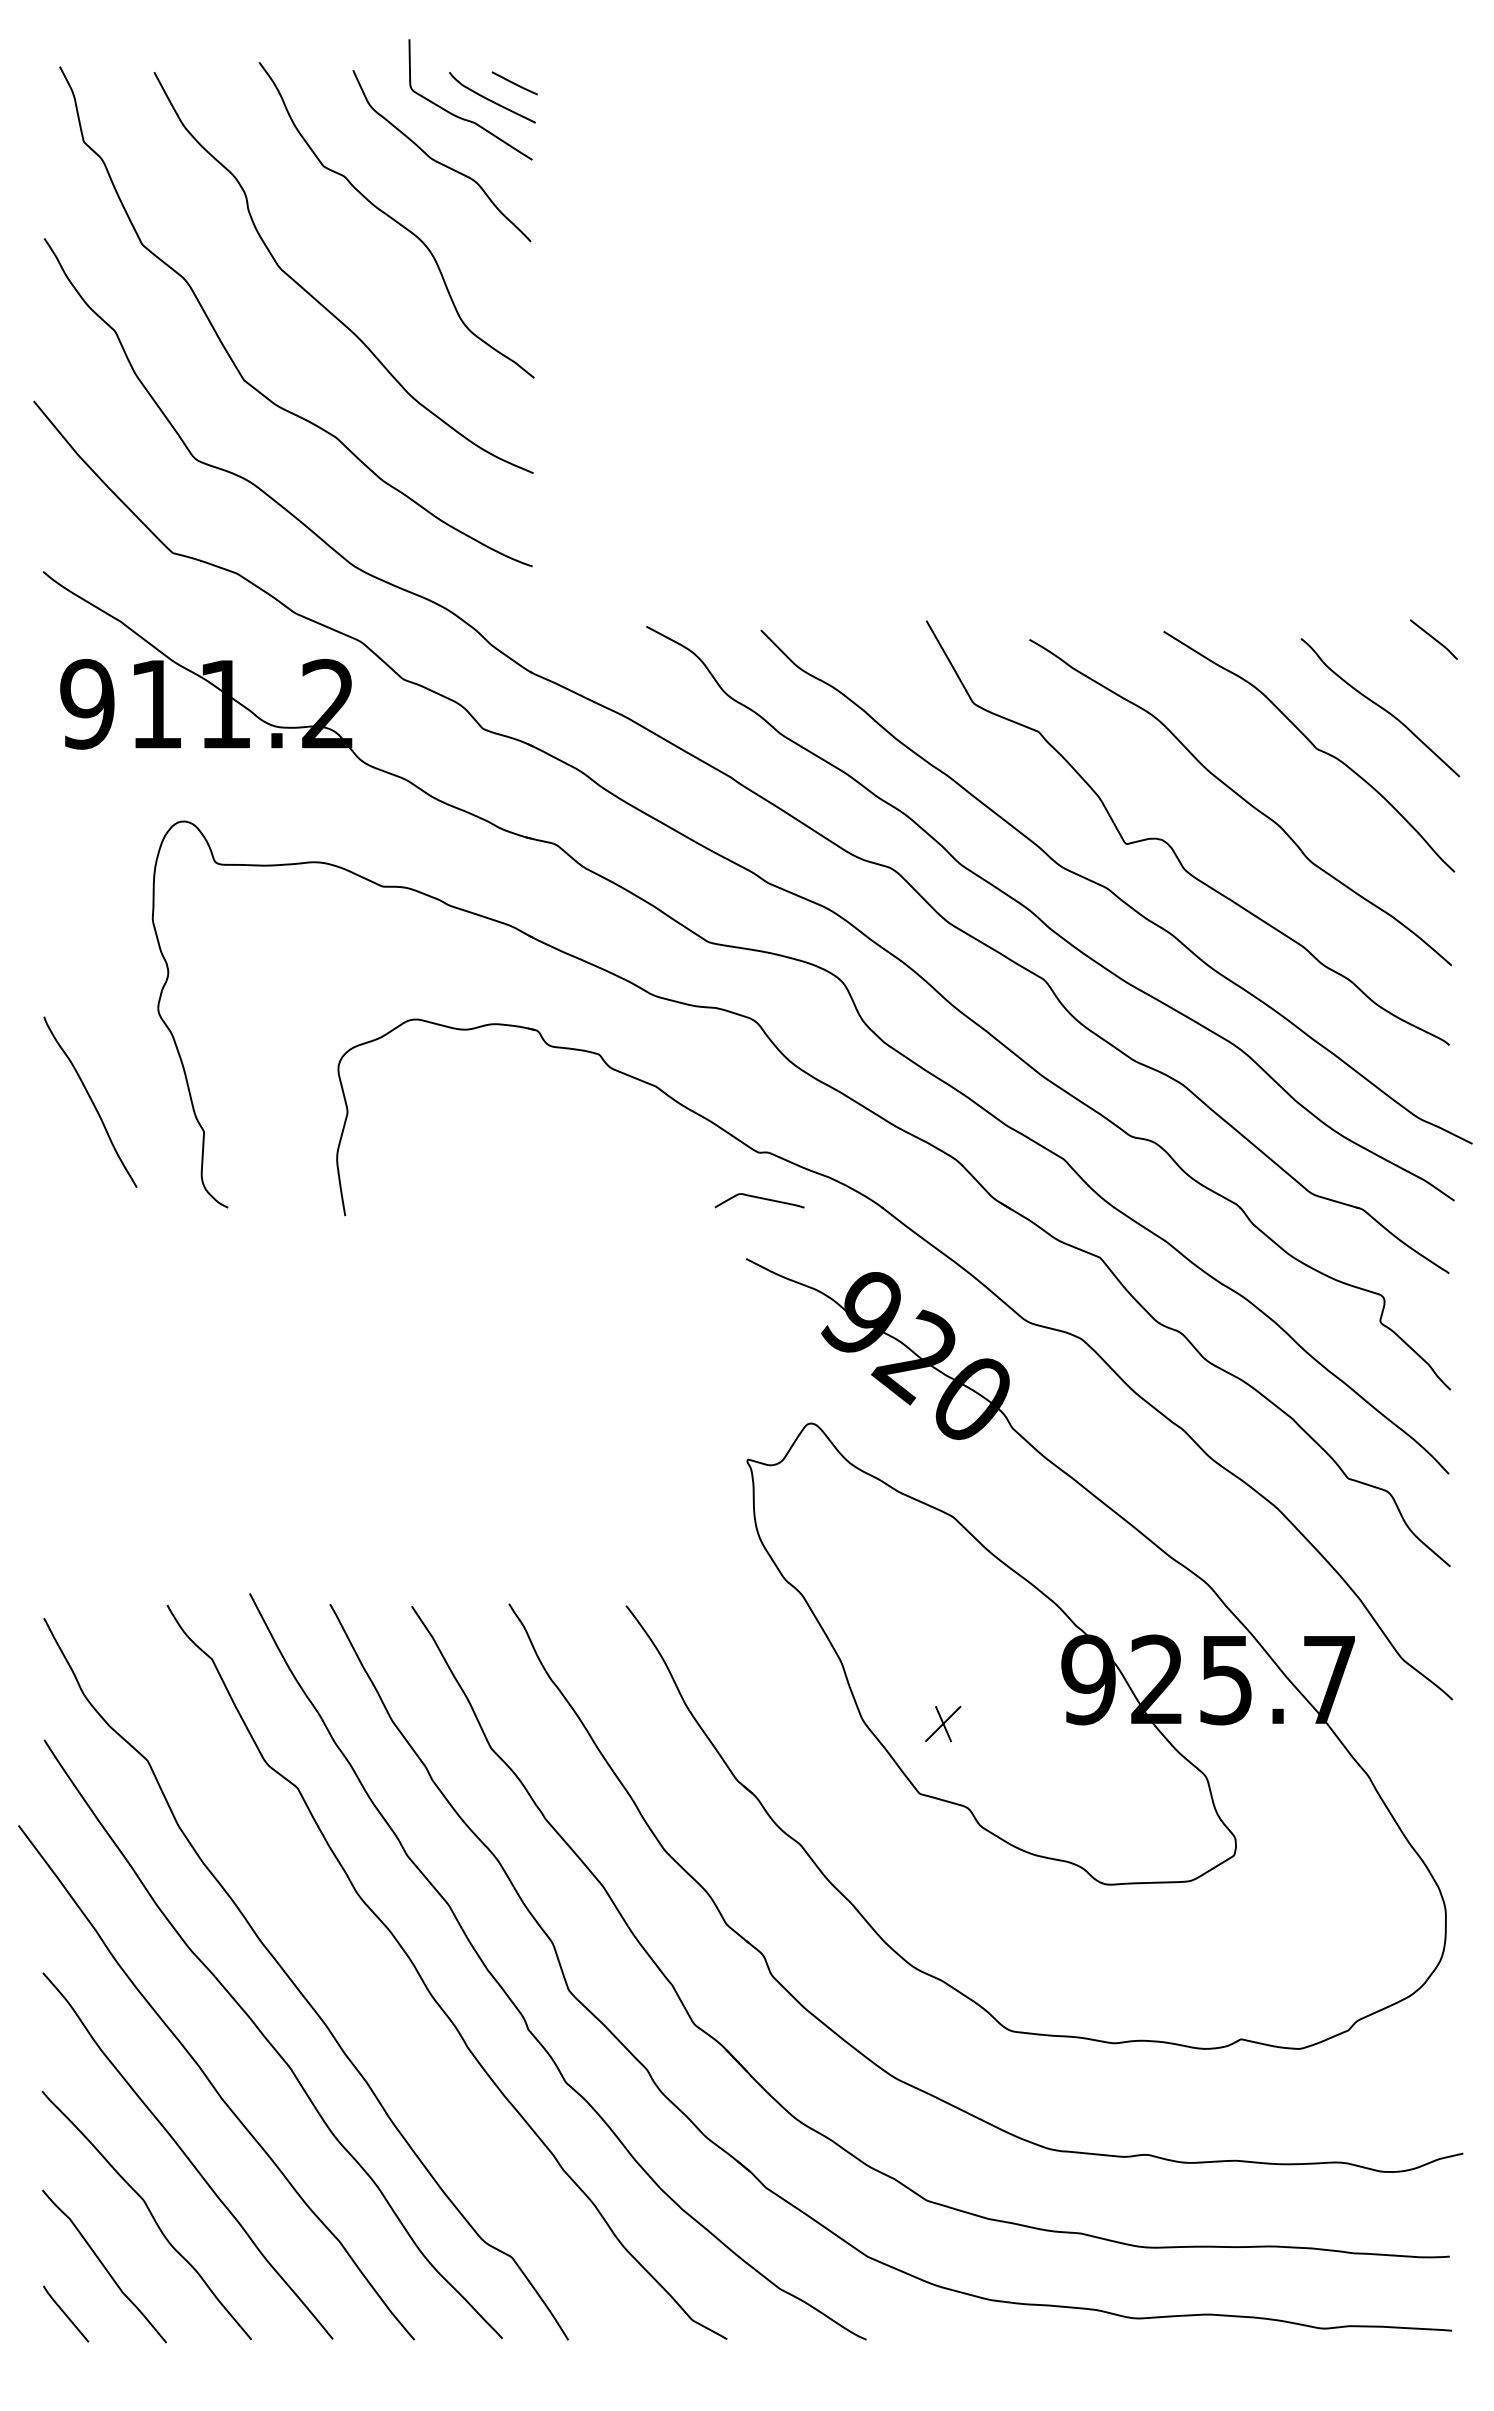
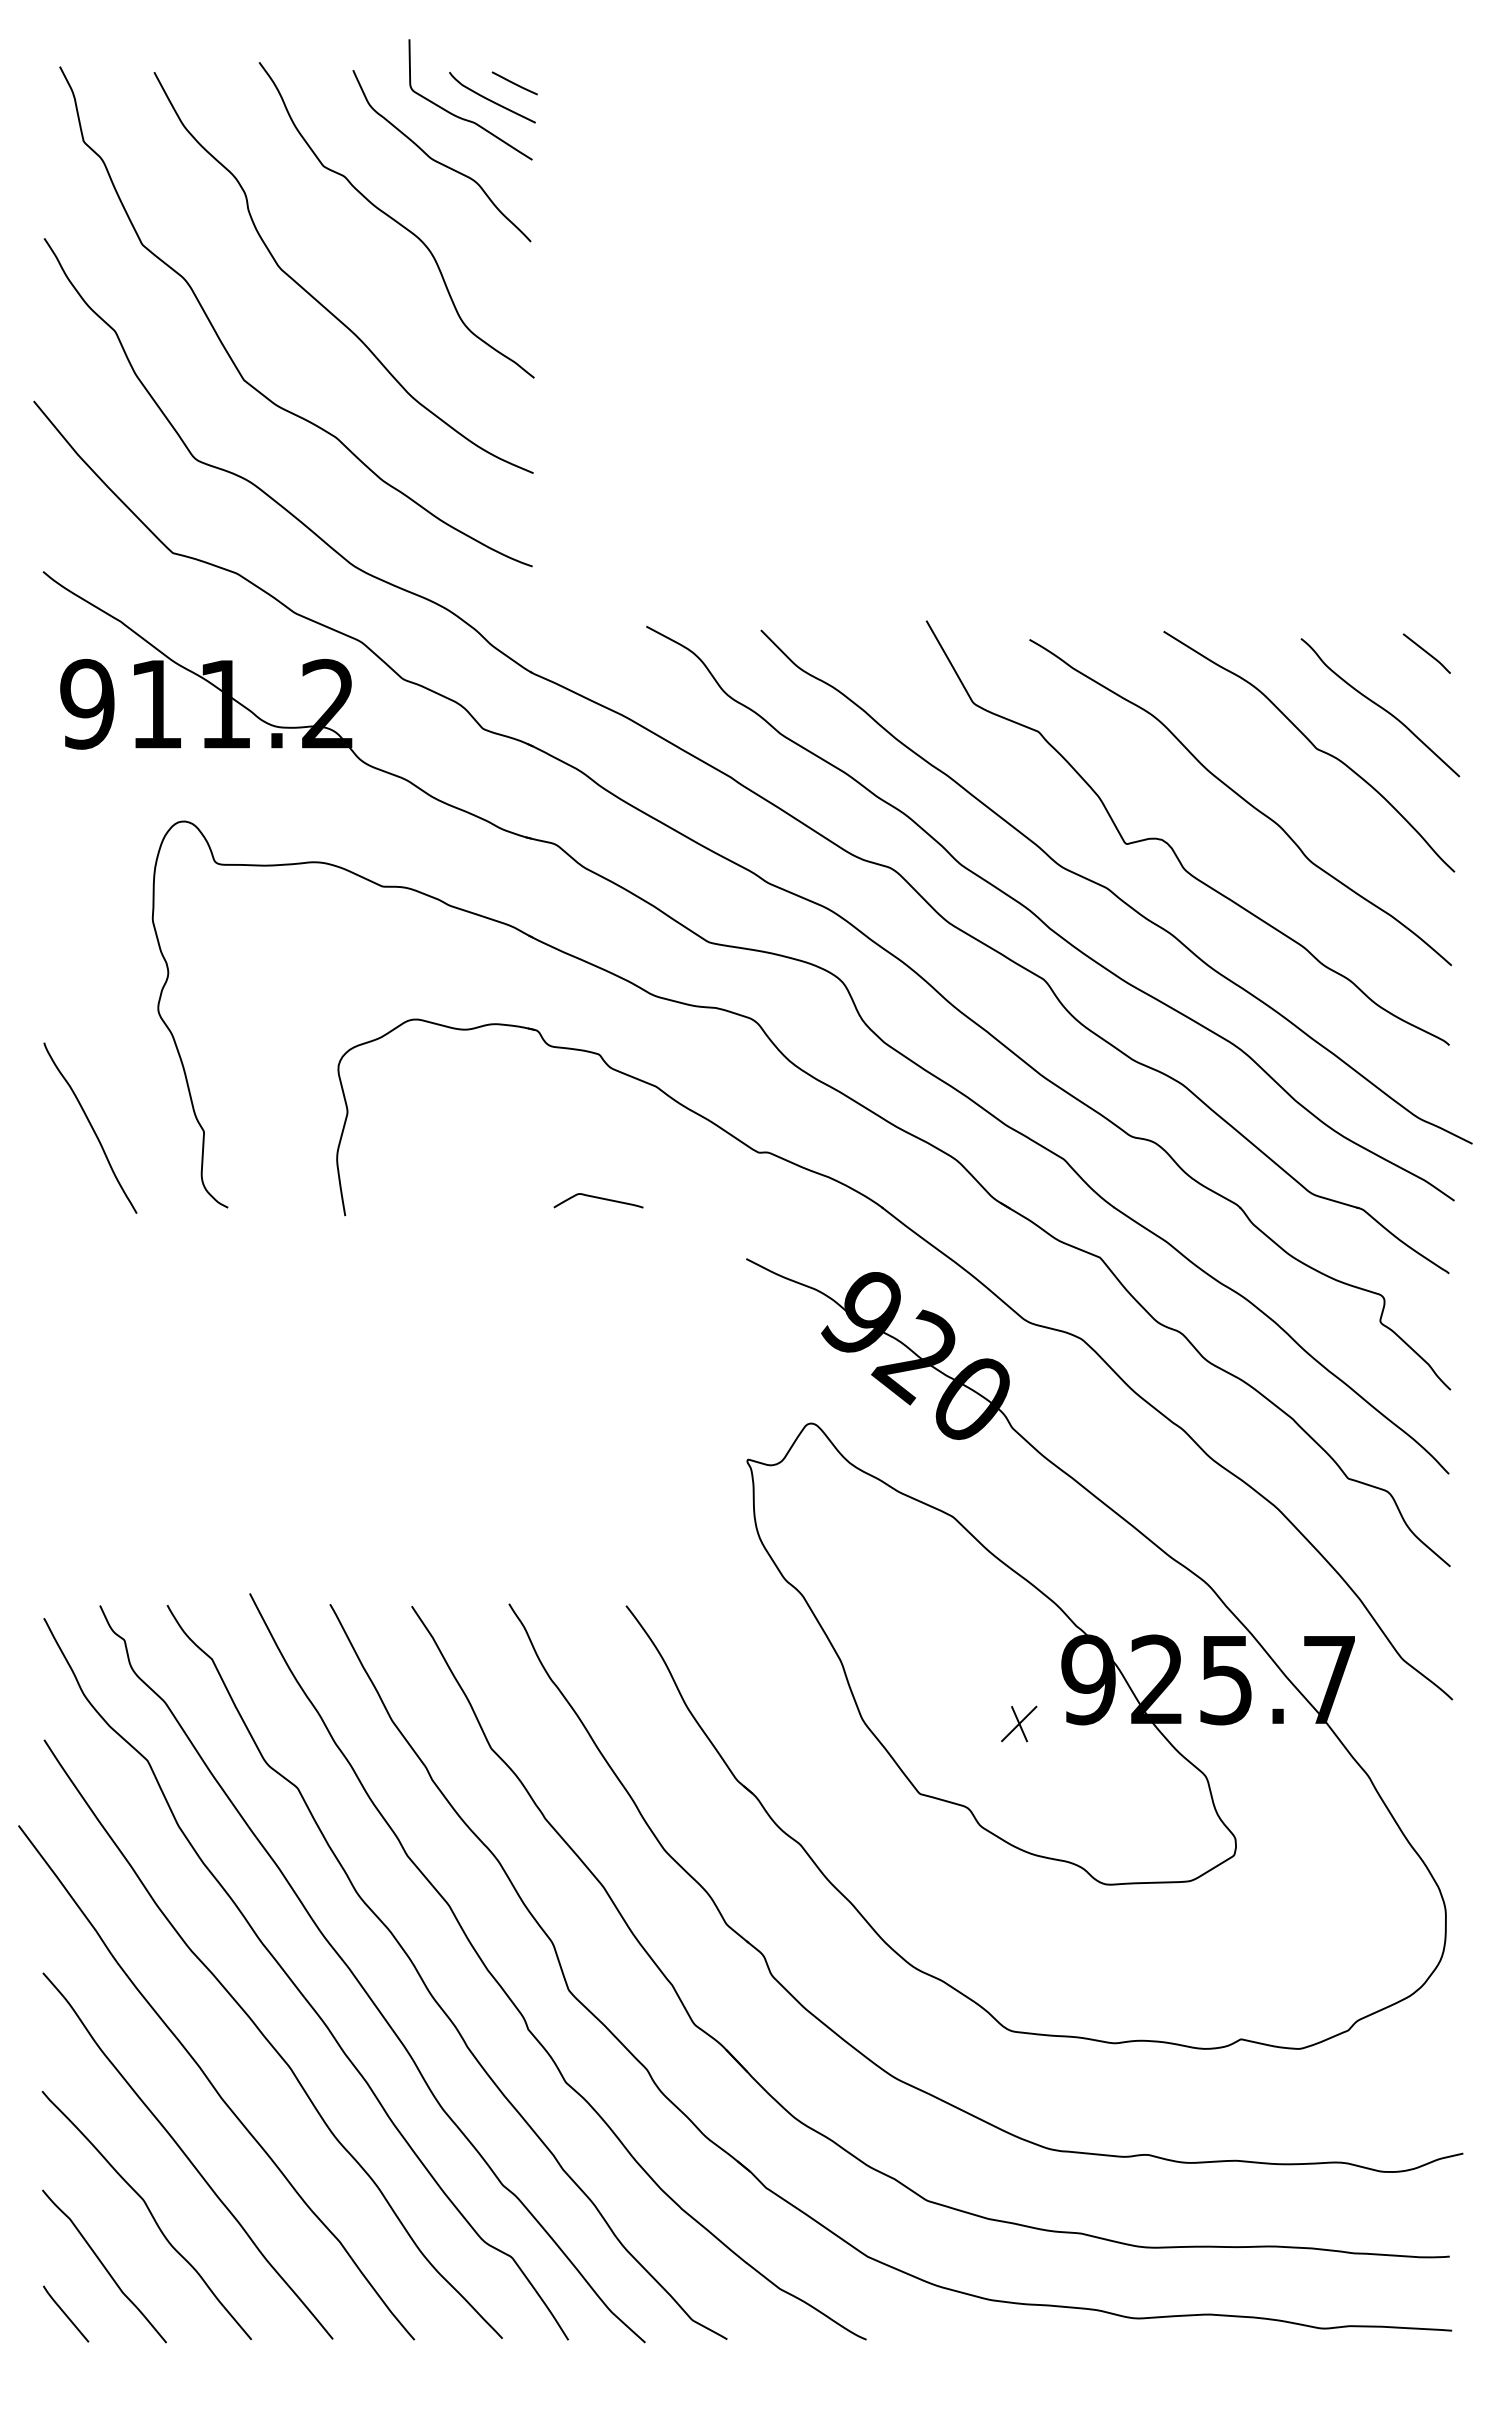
curve at (1433, 639) position: (1433, 639) -> (1426, 653)
curve at (90, 1100) position: (90, 1100) -> (90, 1126)
curve at (759, 1198) position: (759, 1198) -> (598, 1198)
part at (943, 1723) position: (943, 1723) -> (1019, 1723)
curve at (360, 1982): none -> present
